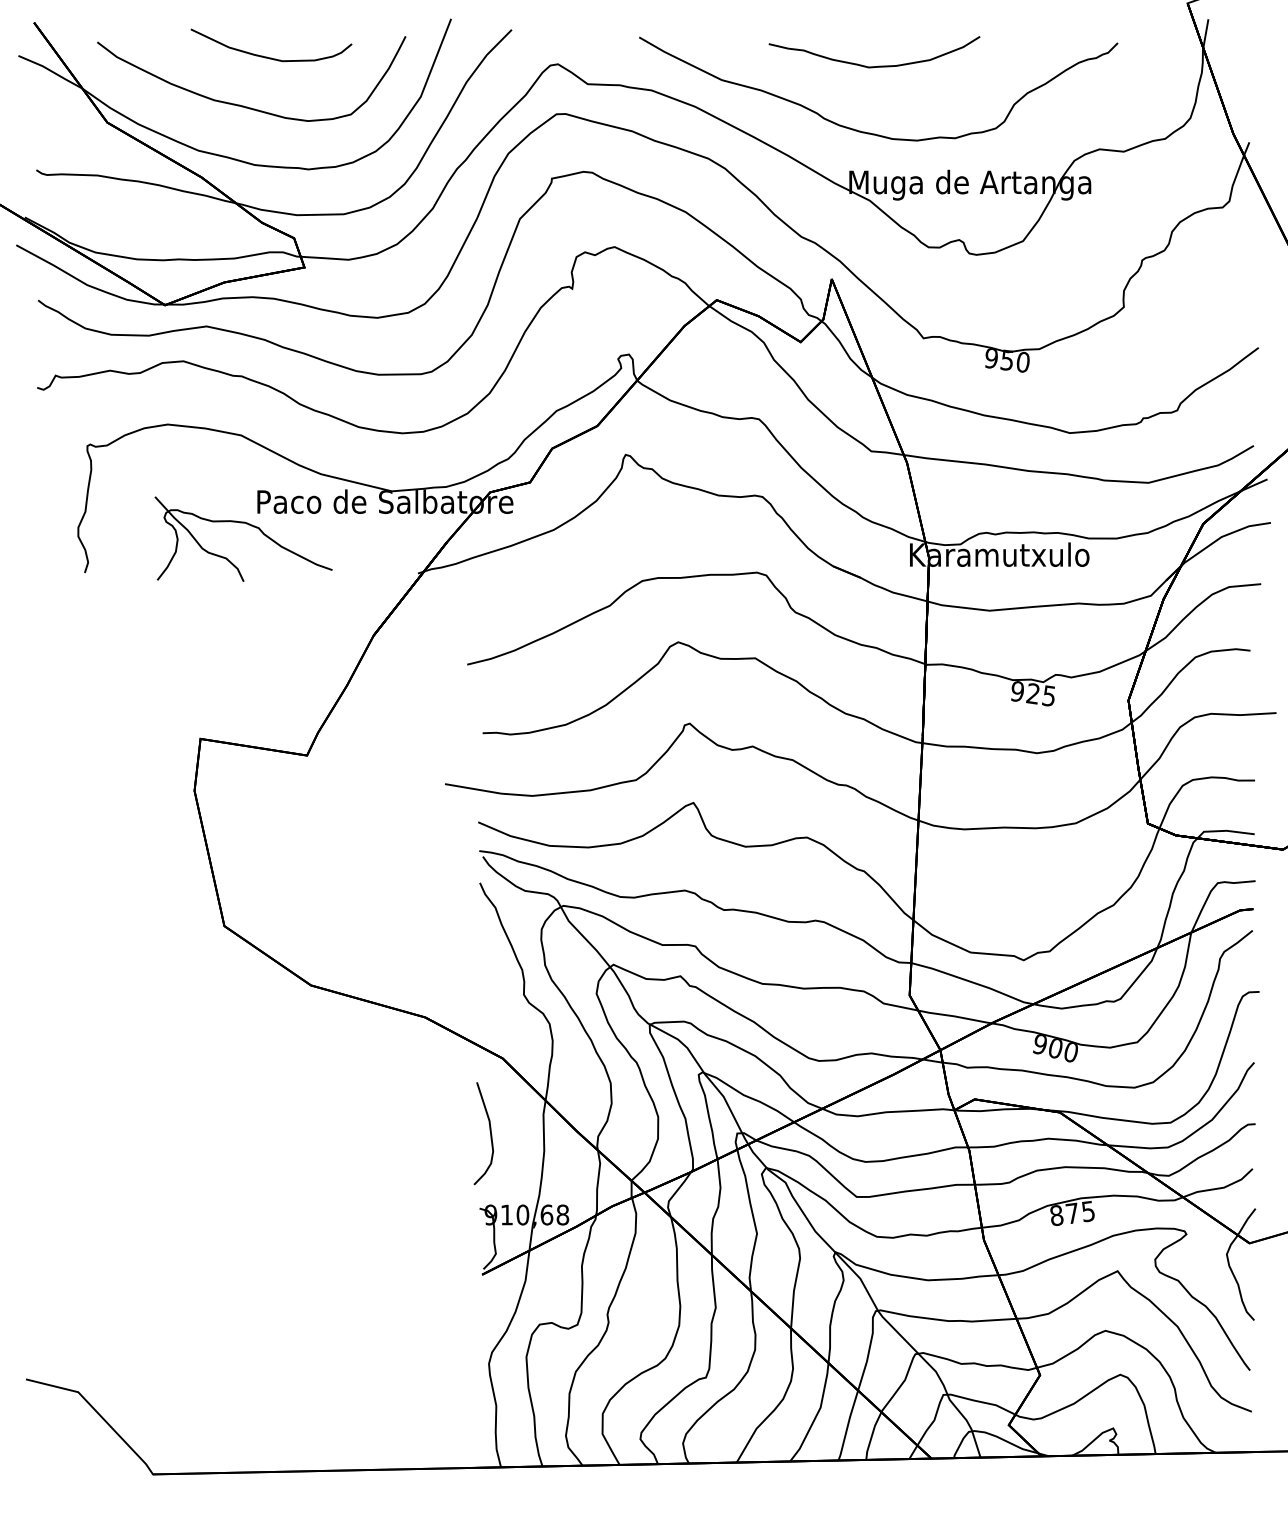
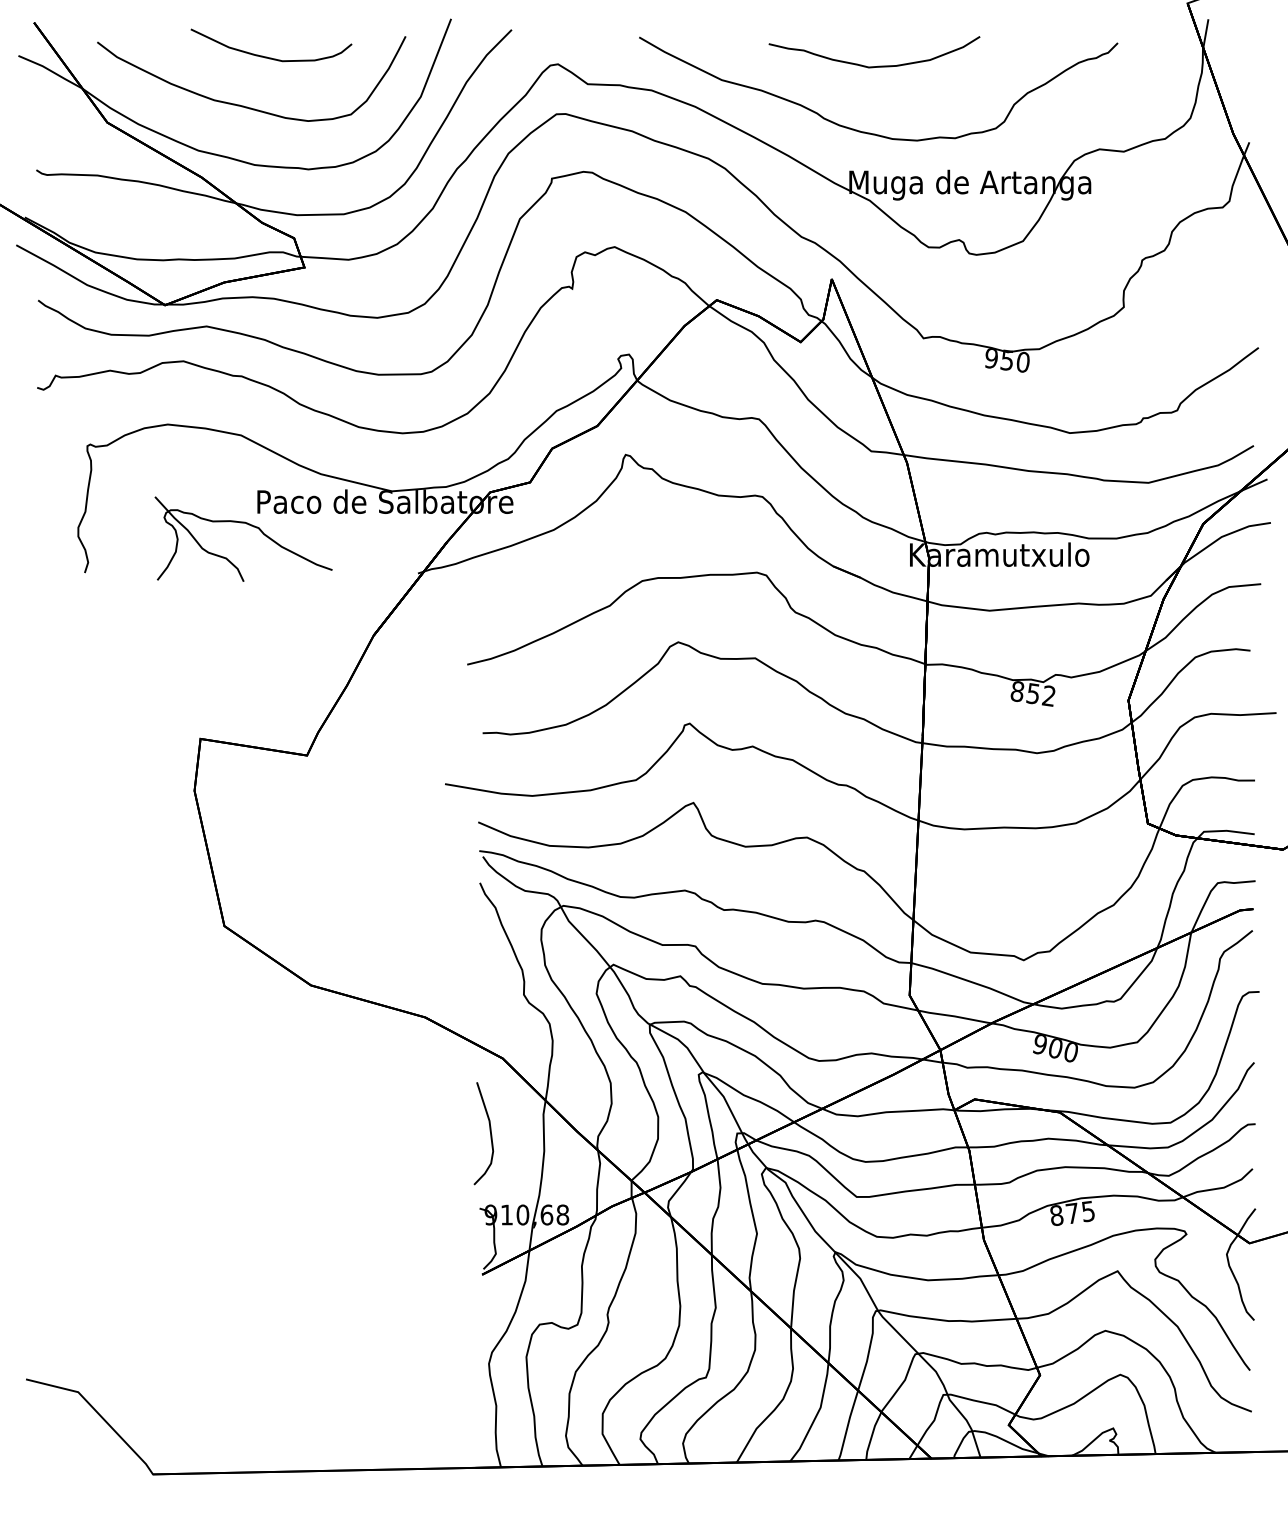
text at (1032, 693): 925 -> 852
